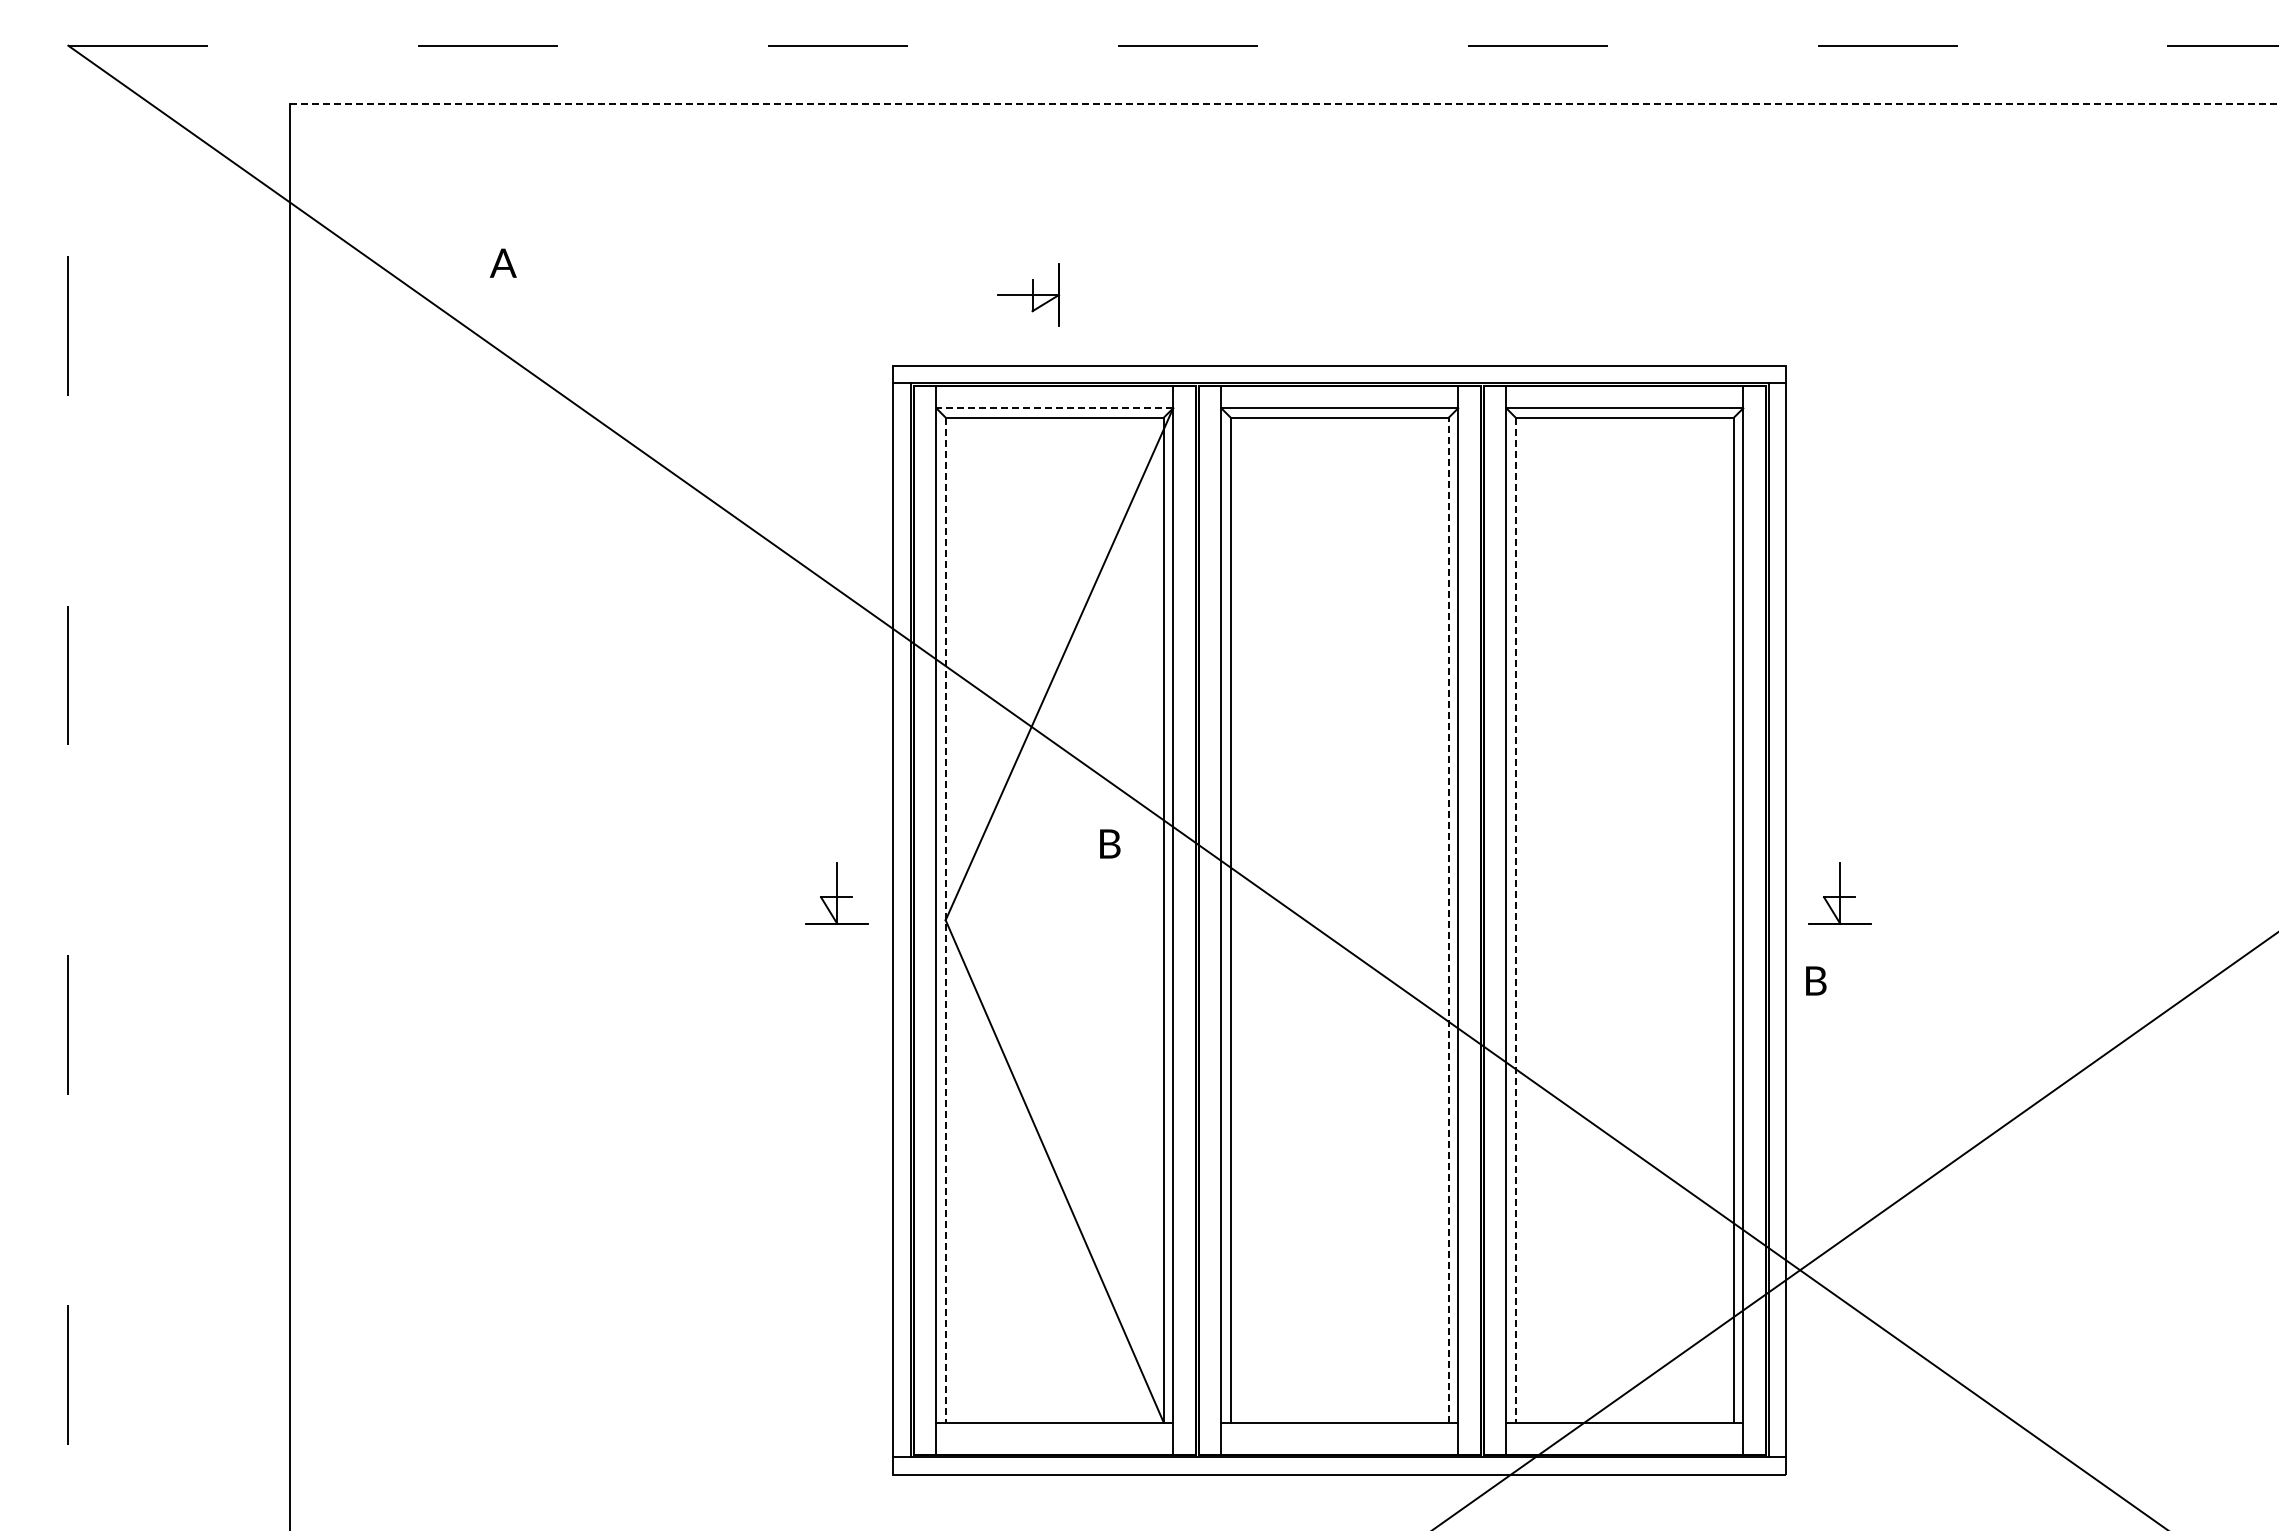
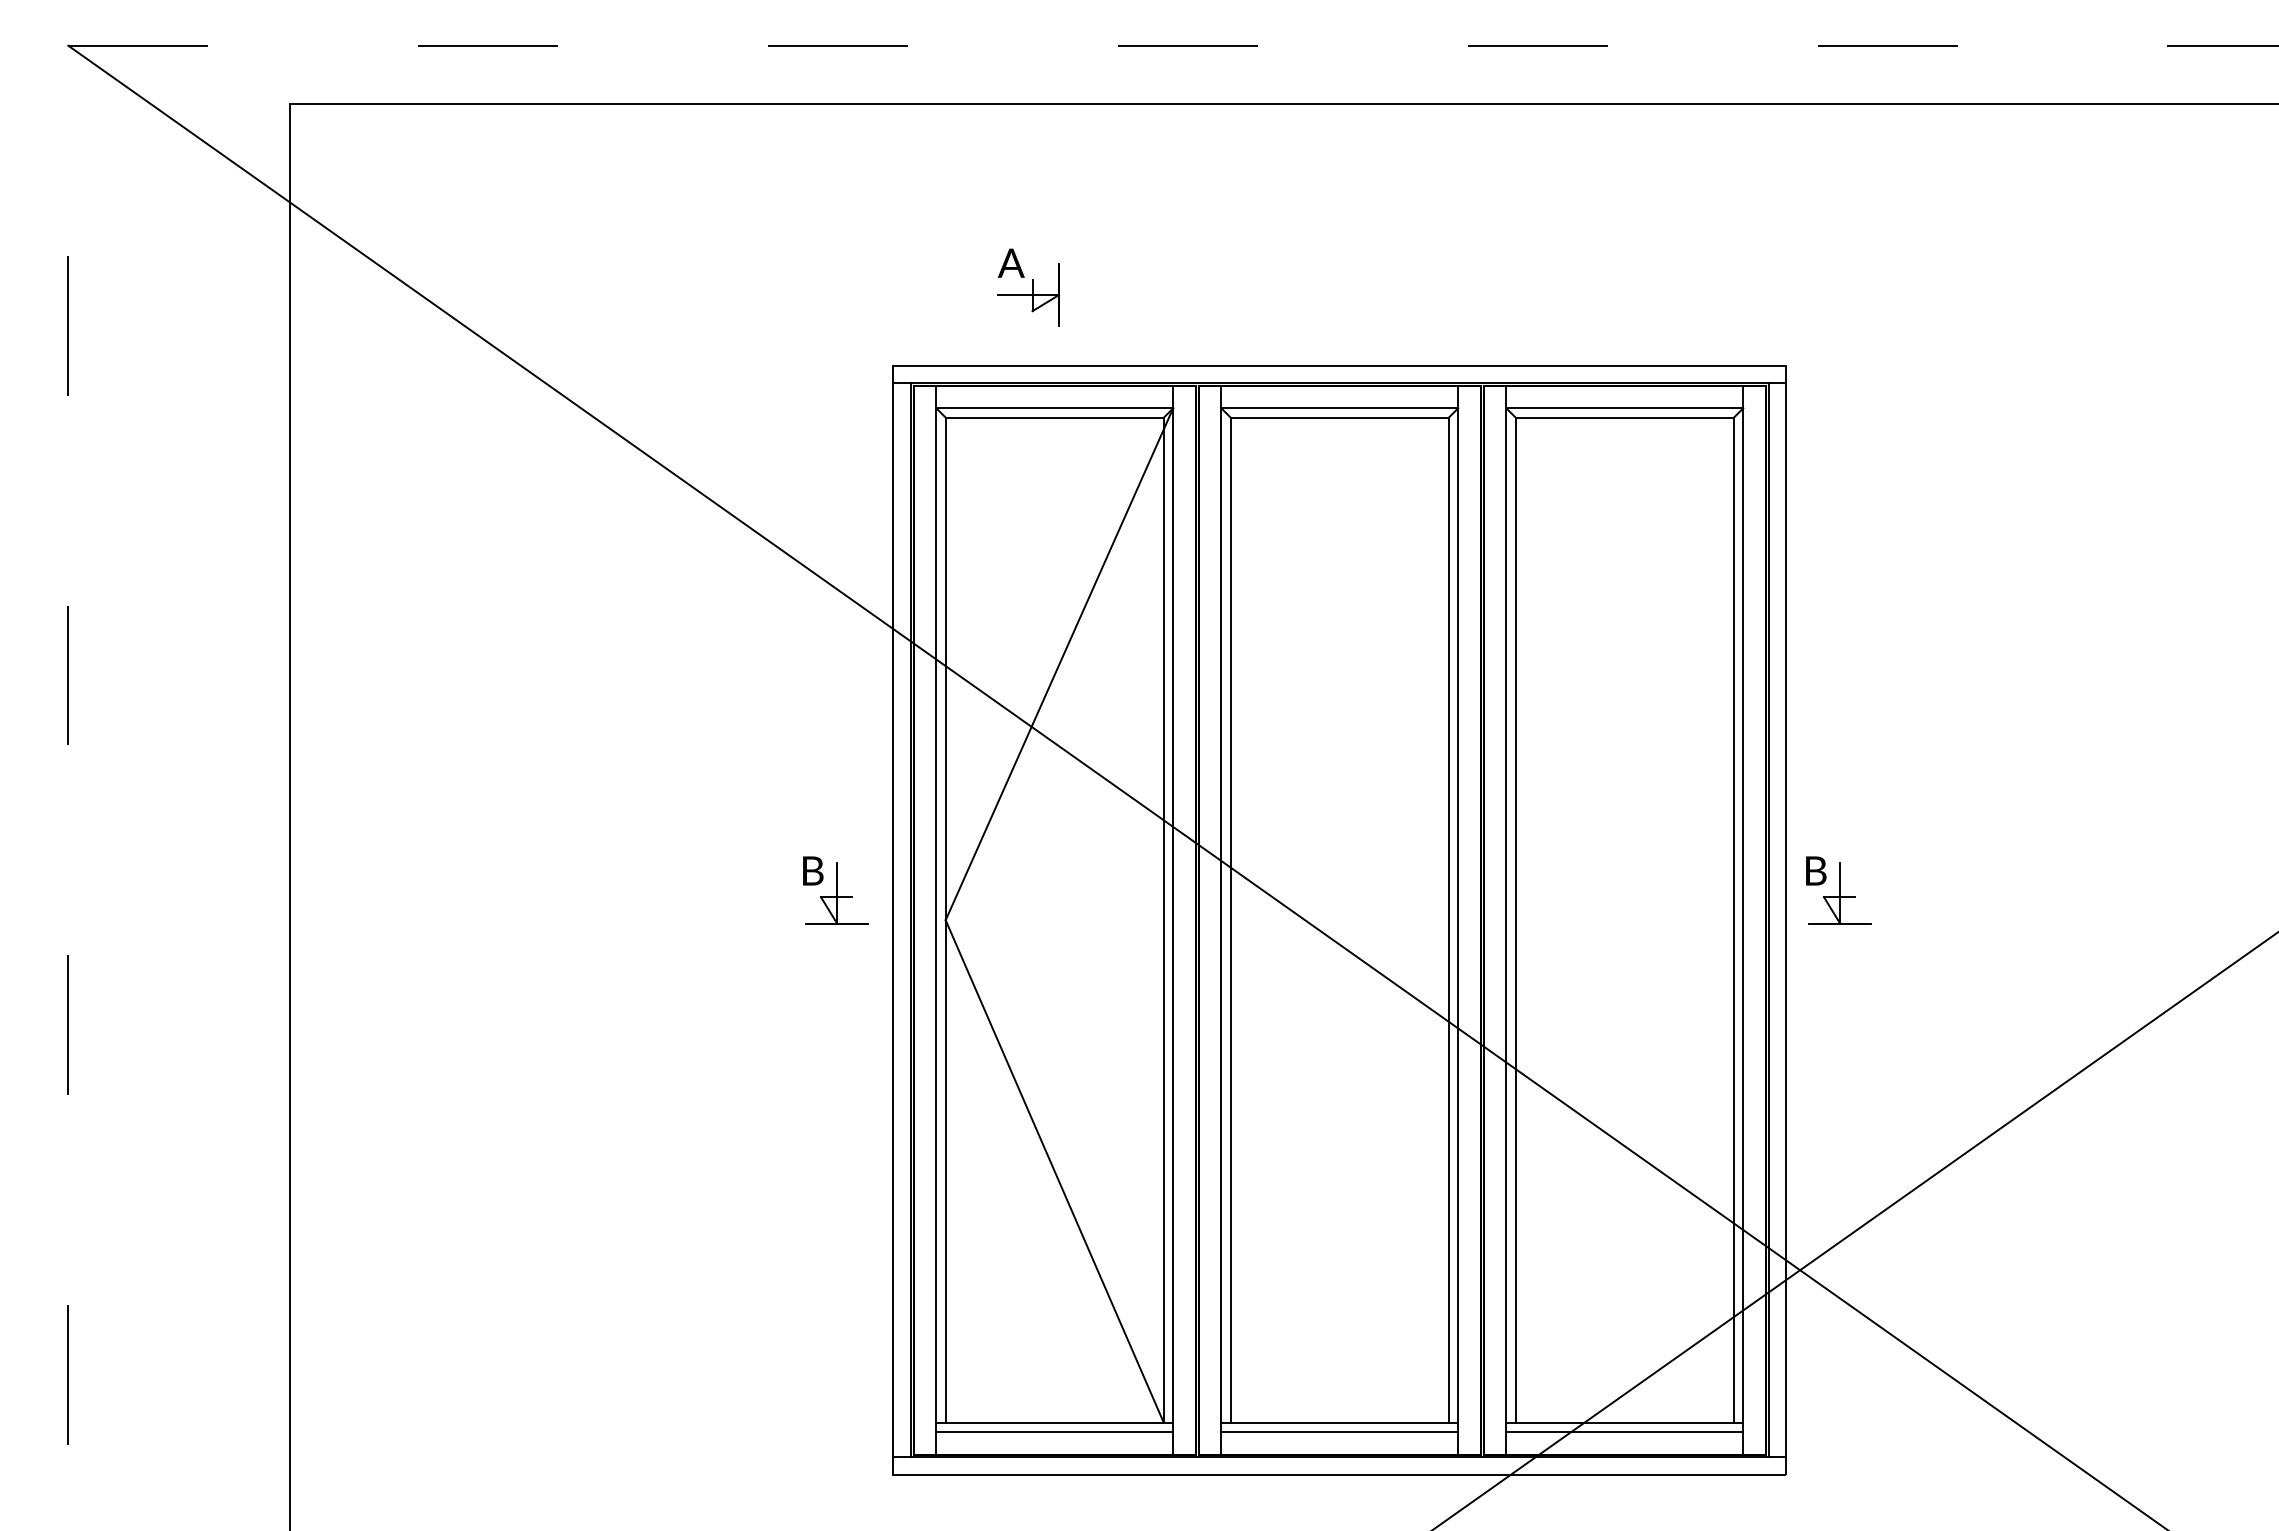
line at (1284, 104): dashed -> solid
text at (503, 262) position: (503, 262) -> (1011, 262)
line at (1054, 408): dashed -> solid
text at (1110, 843) position: (1110, 843) -> (813, 870)
line at (945, 920): dashed -> solid
line at (1448, 920): dashed -> solid
line at (1515, 920): dashed -> solid
text at (1816, 980) position: (1816, 980) -> (1816, 870)
line at (1054, 1432): none -> present
line at (1339, 1432): none -> present
line at (1624, 1432): none -> present
